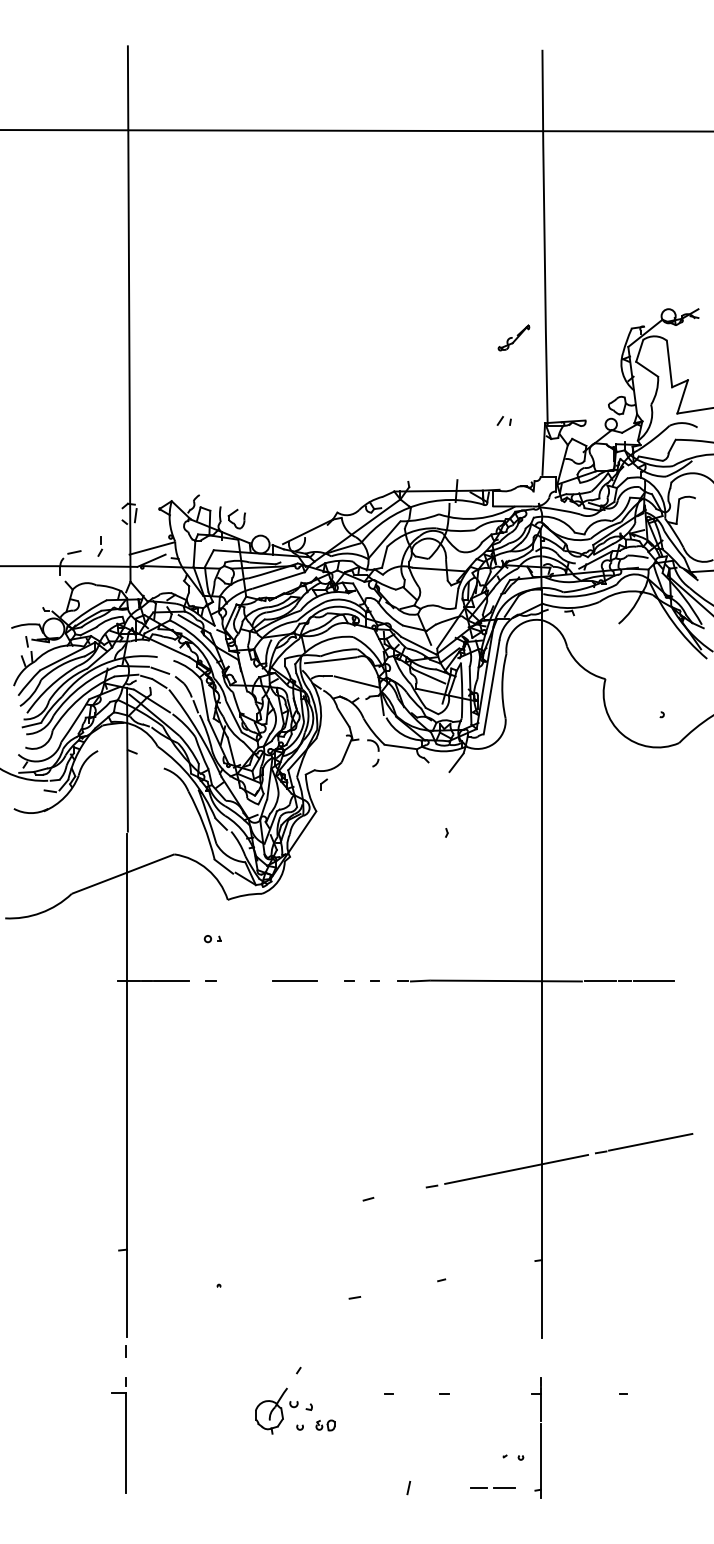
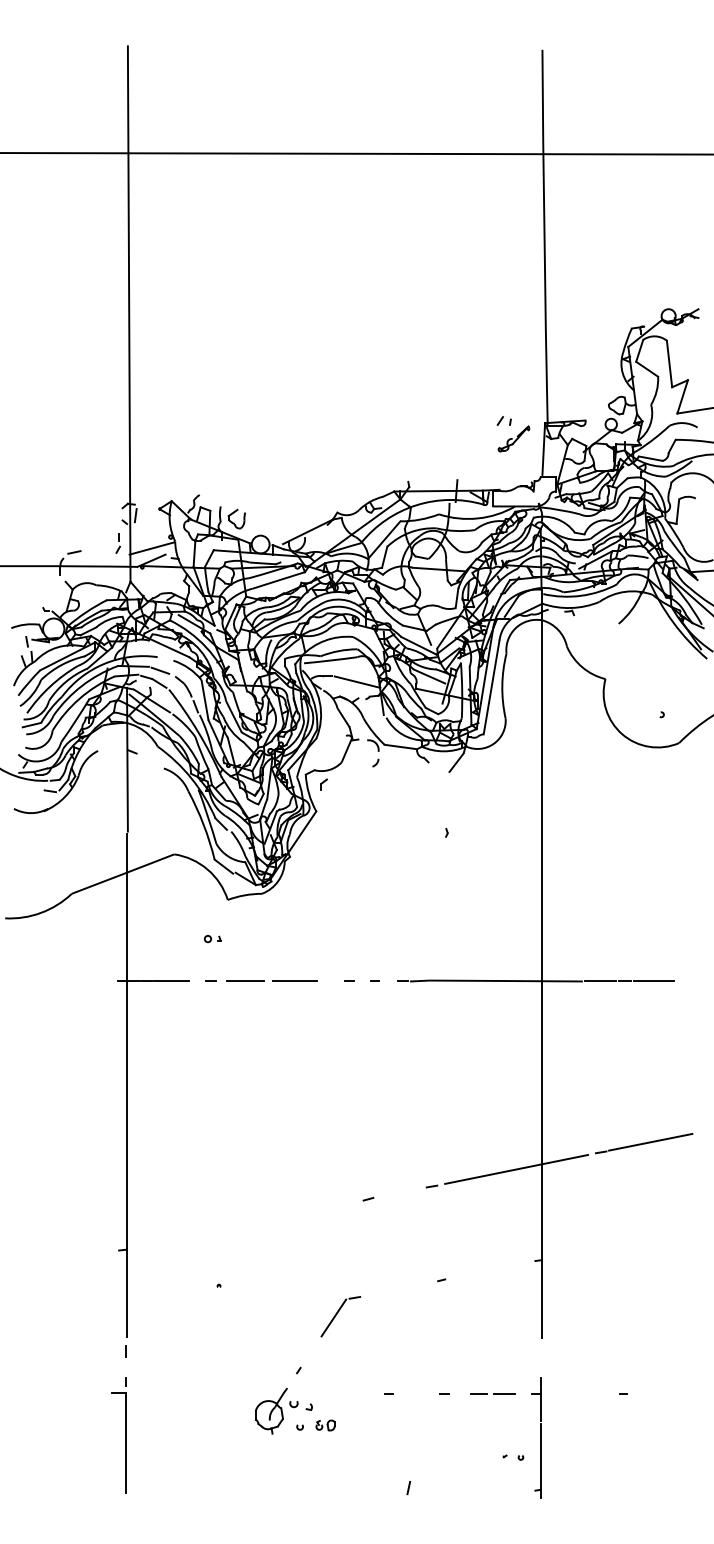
line at (356, 130) position: (356, 130) -> (356, 153)
part at (513, 337) position: (513, 337) -> (513, 438)
part at (100, 546) position: (100, 546) -> (118, 543)
line at (244, 980): none -> present
line at (333, 1317): none -> present
line at (493, 1487) position: (493, 1487) -> (493, 1393)
